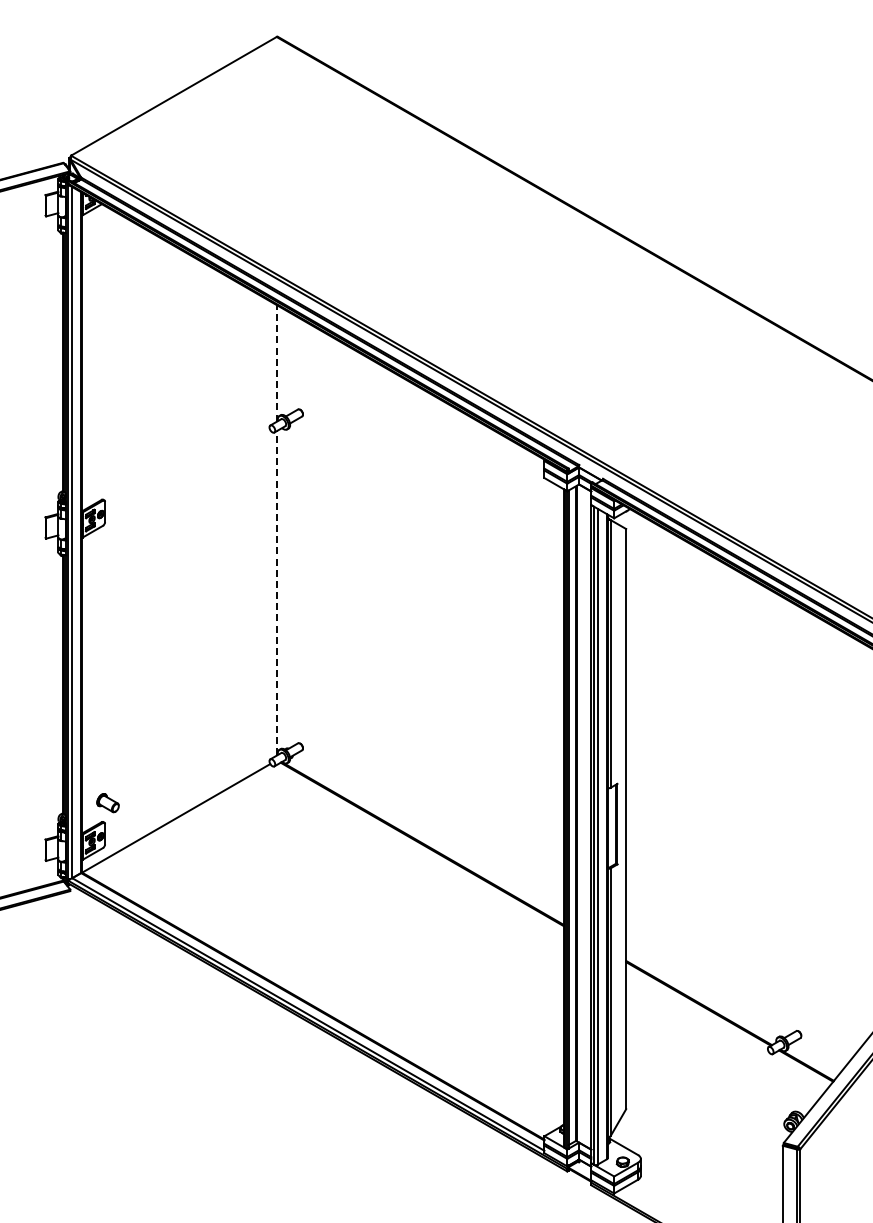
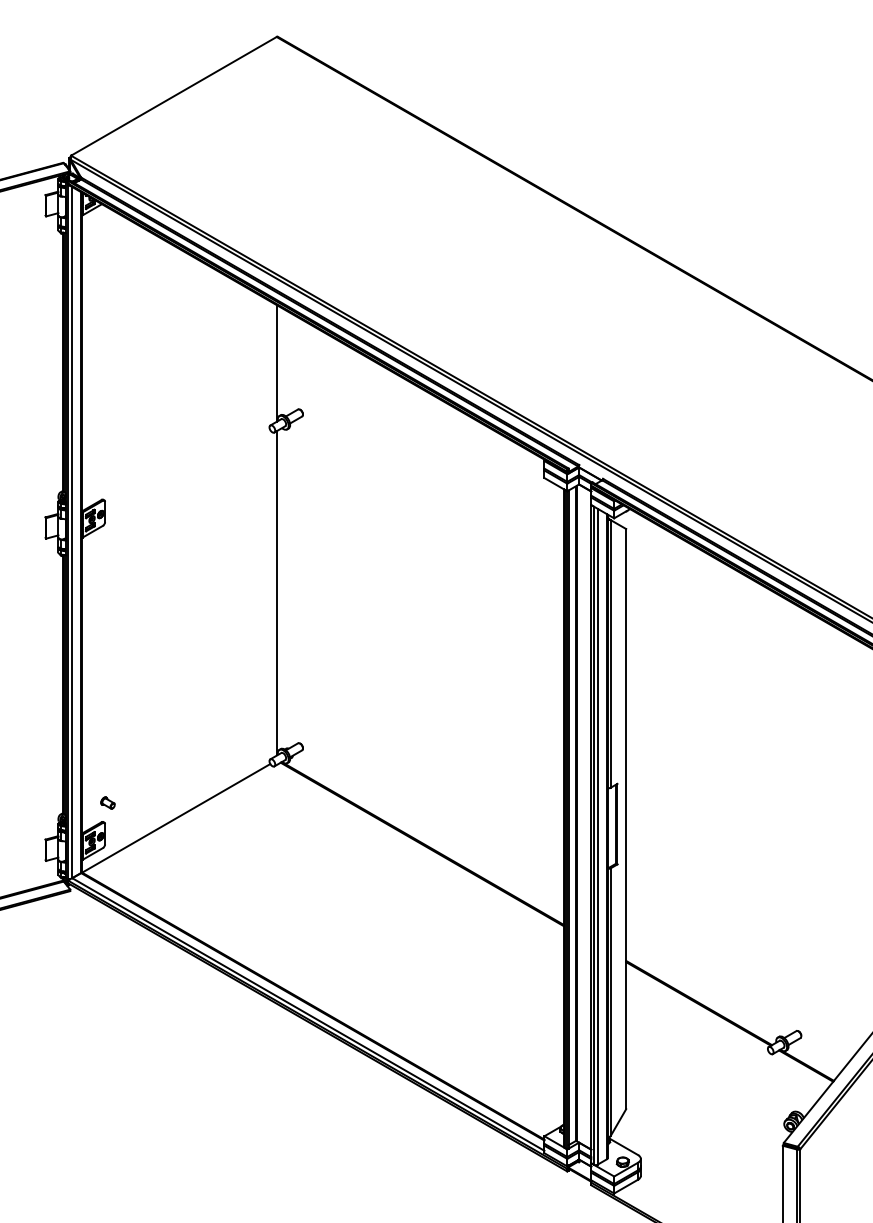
line at (277, 362): dashed -> solid
line at (277, 592): dashed -> solid
part at (107, 803) size: 24x21 px -> 16x14 px
